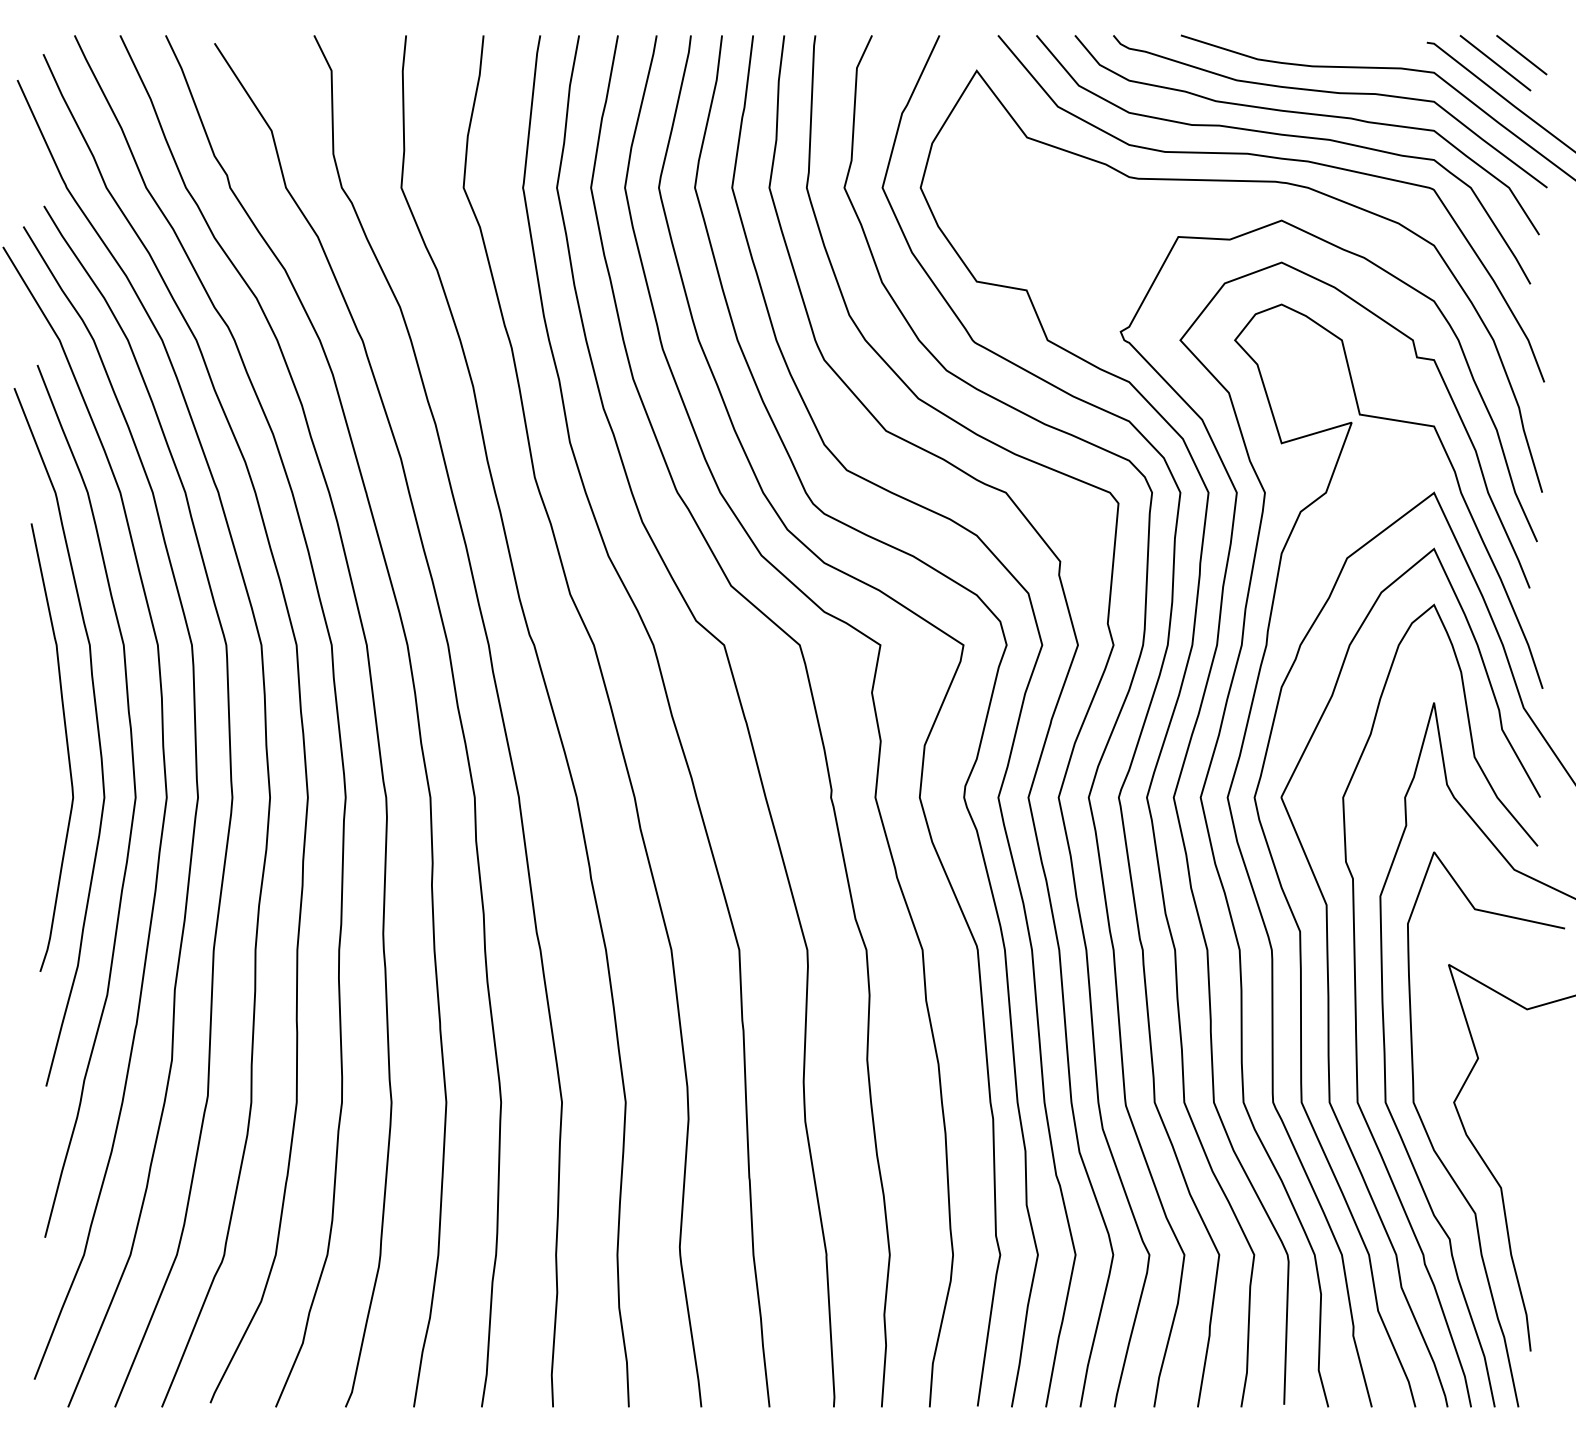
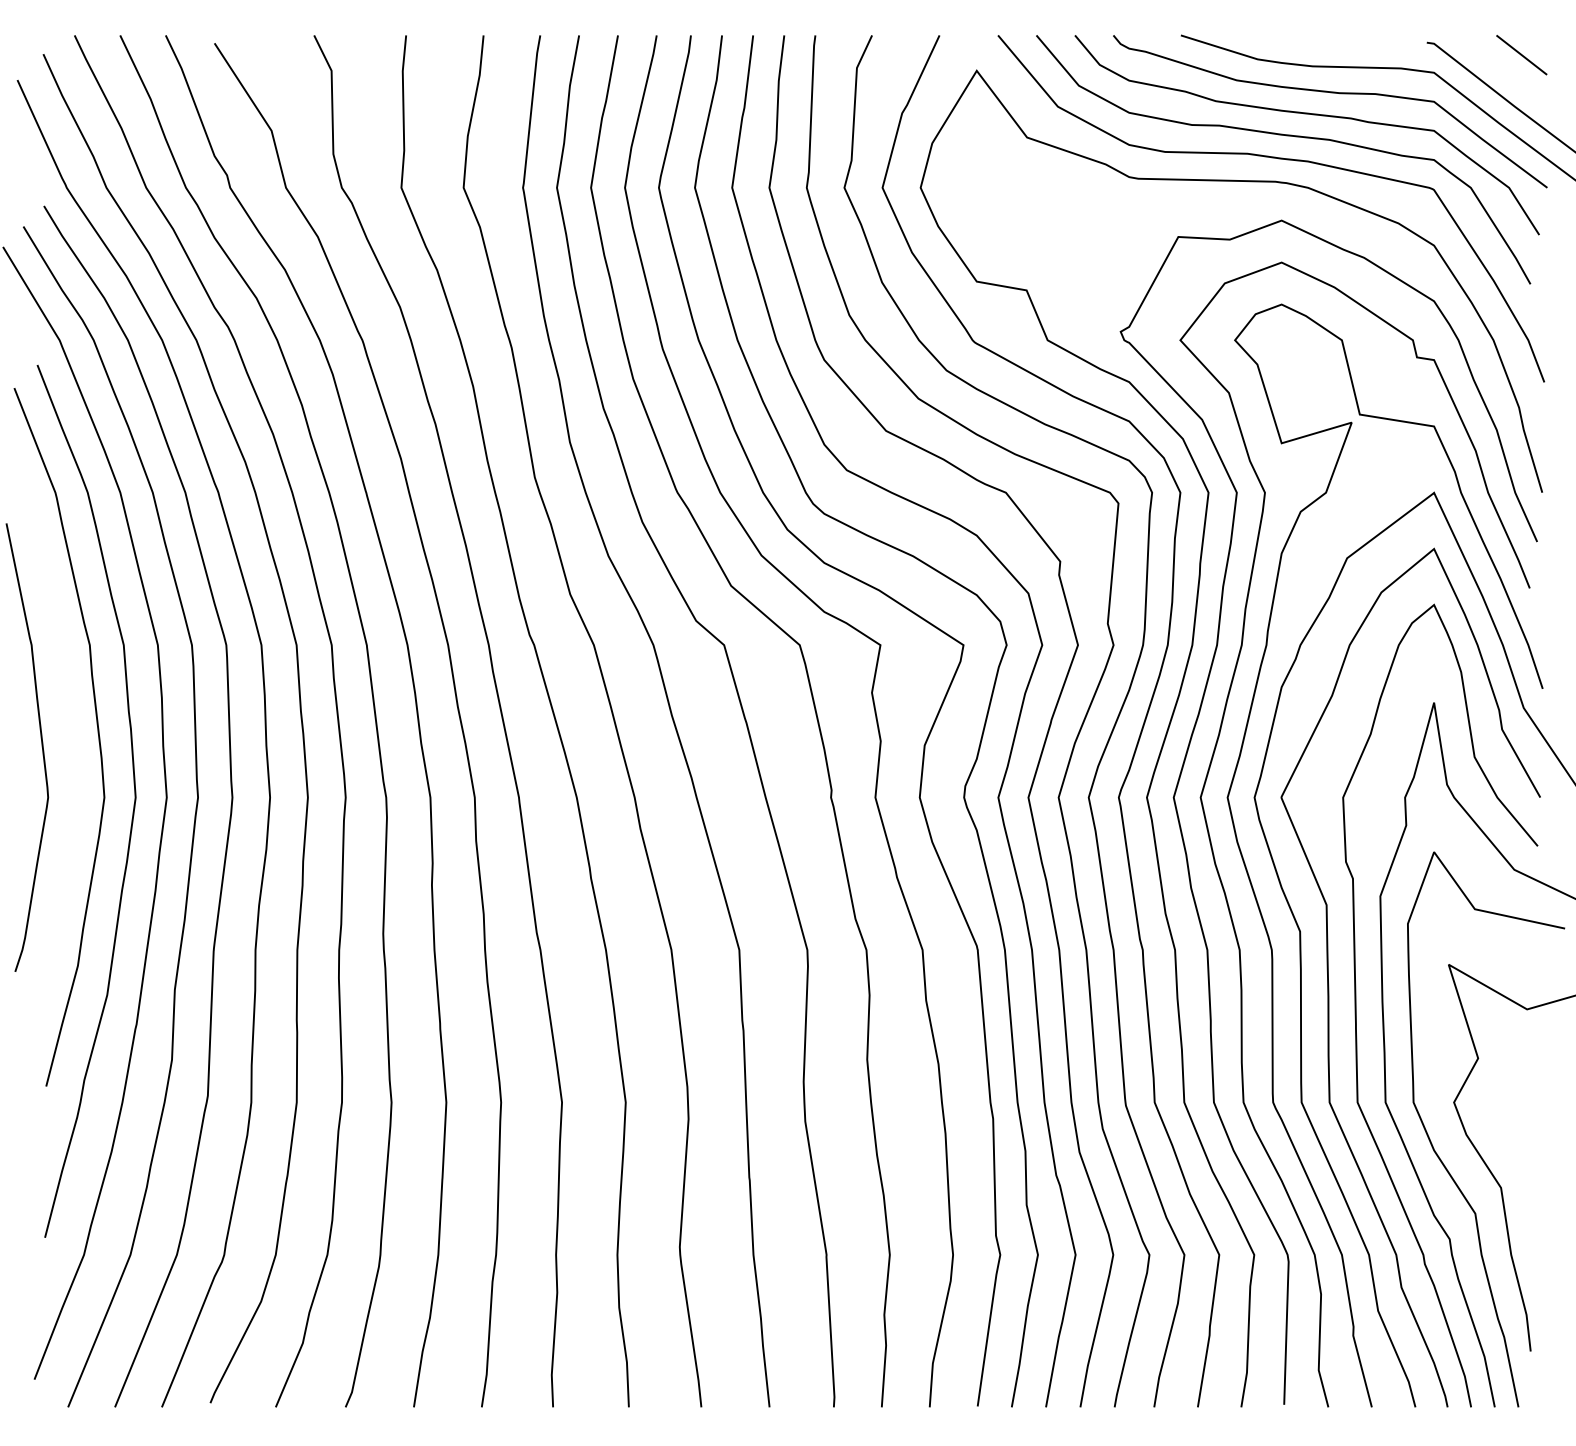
line at (1495, 62): present -> none
curve at (66, 747) position: (66, 747) -> (41, 747)
